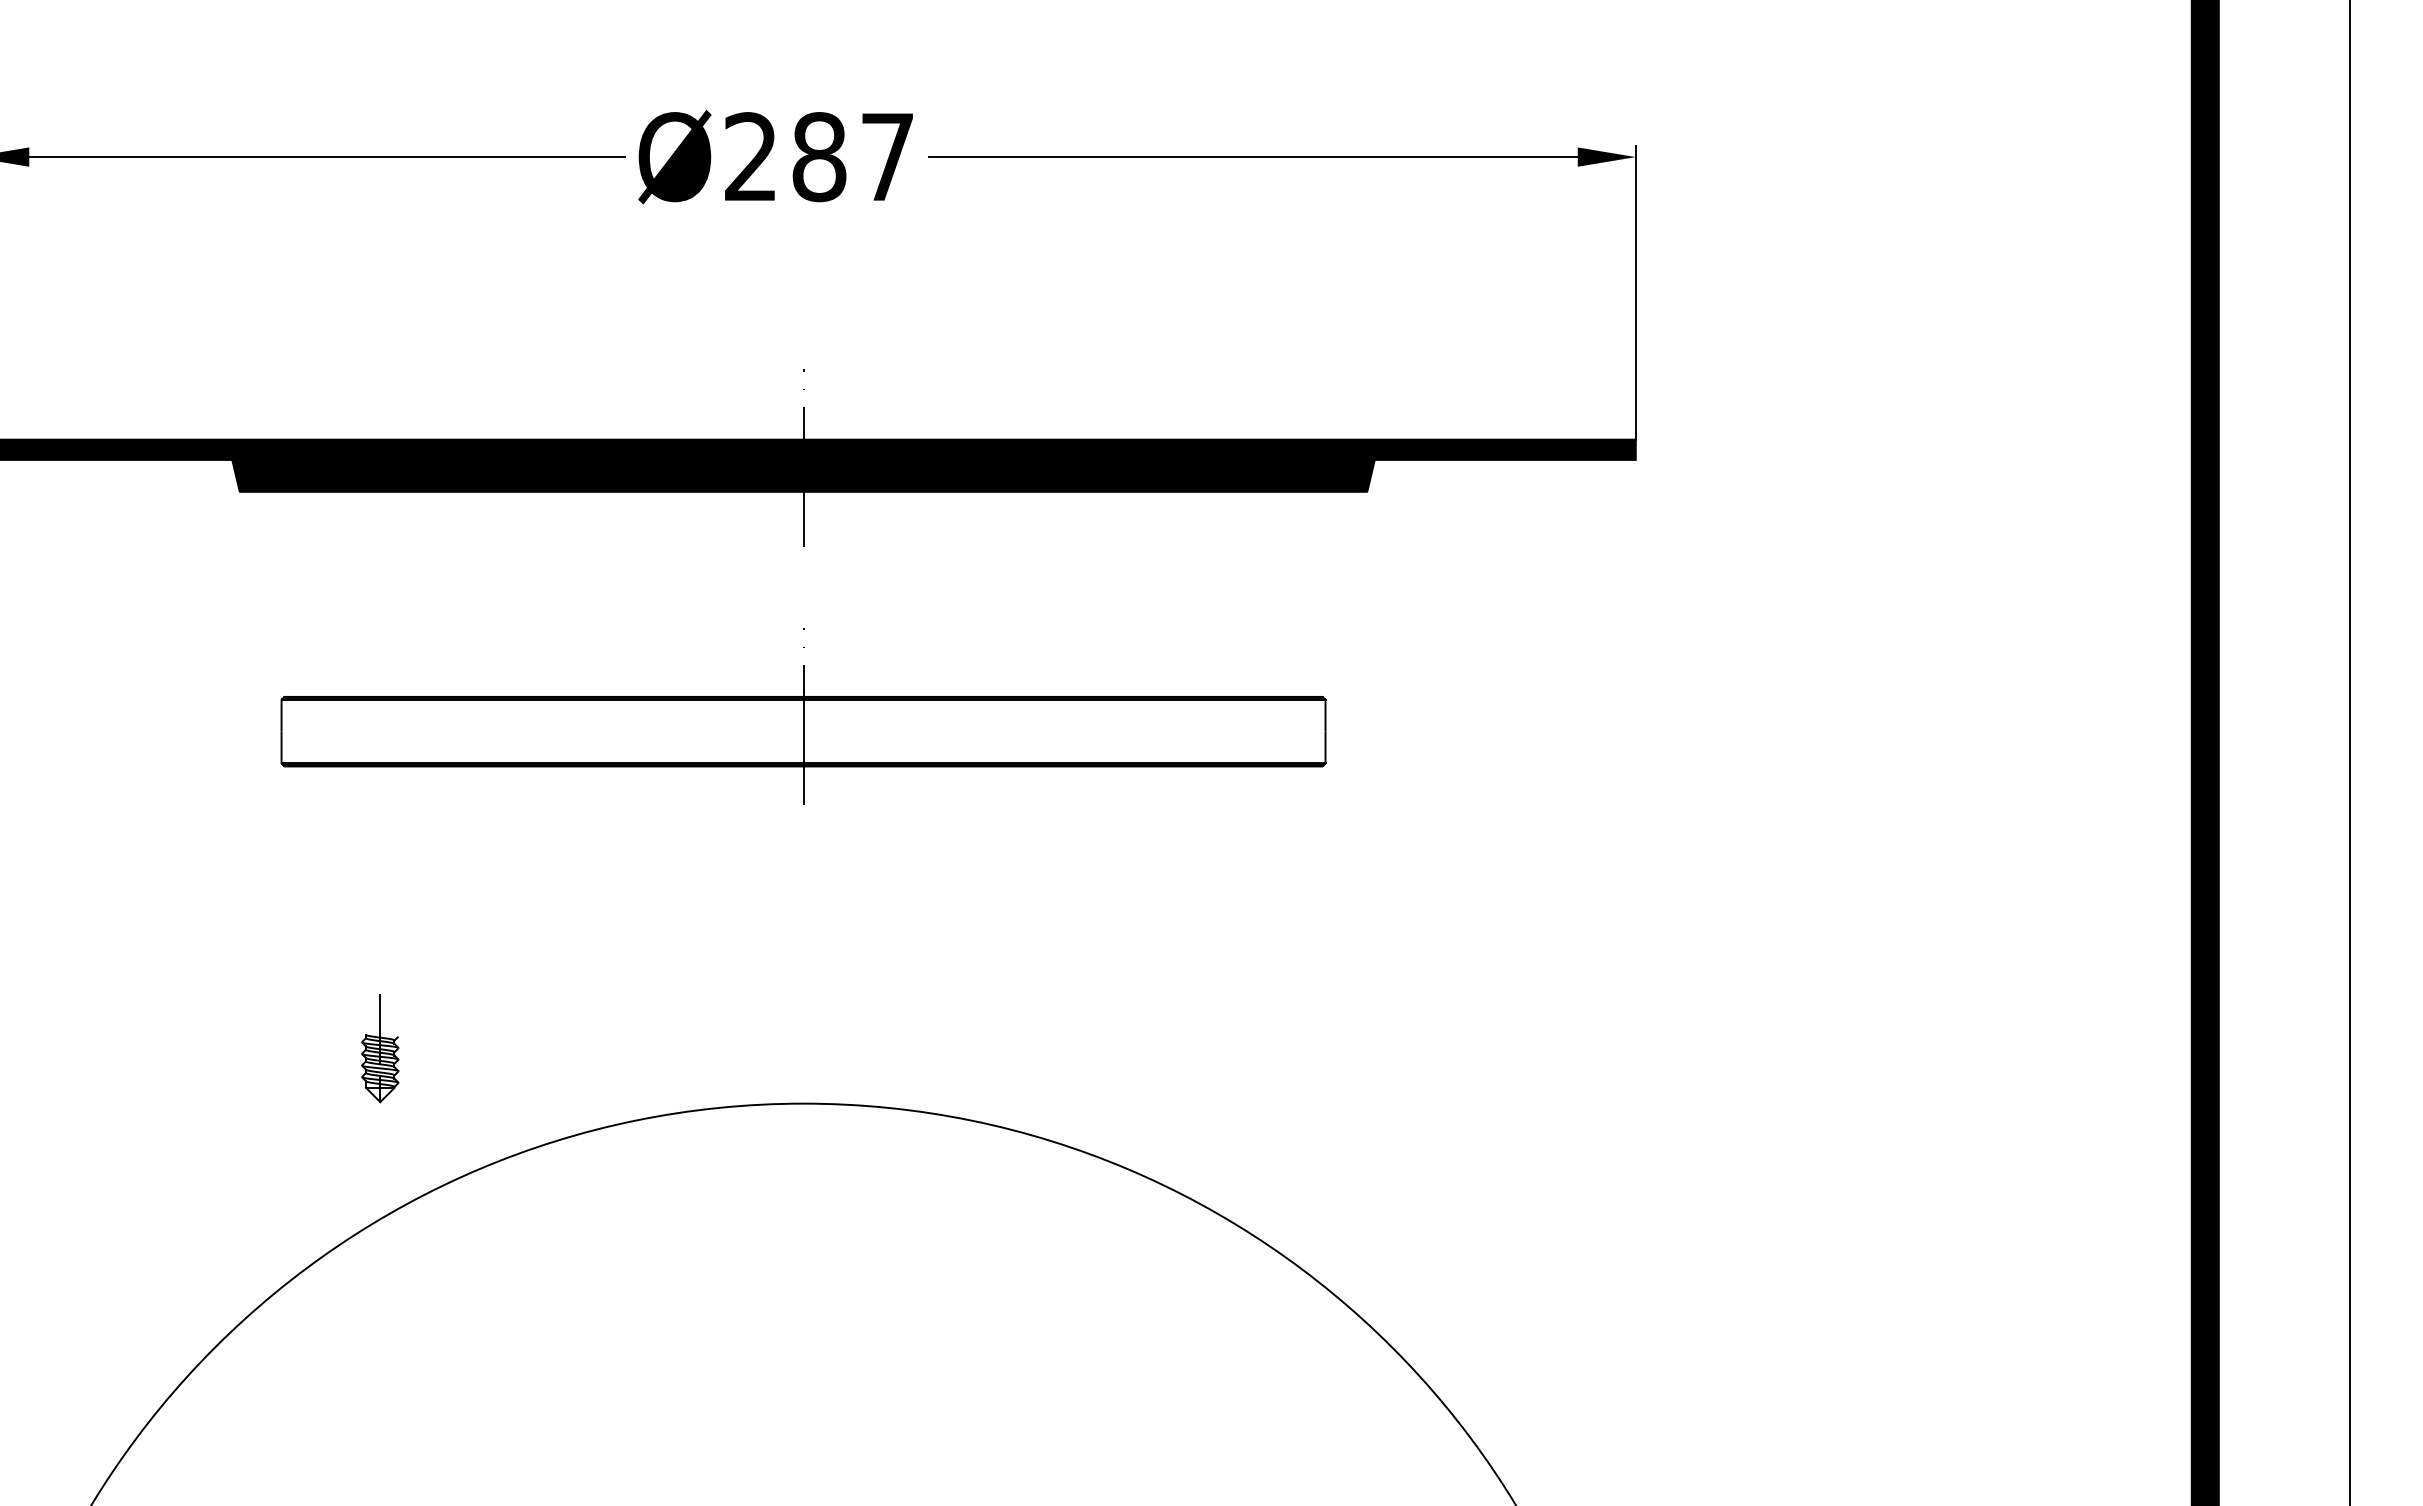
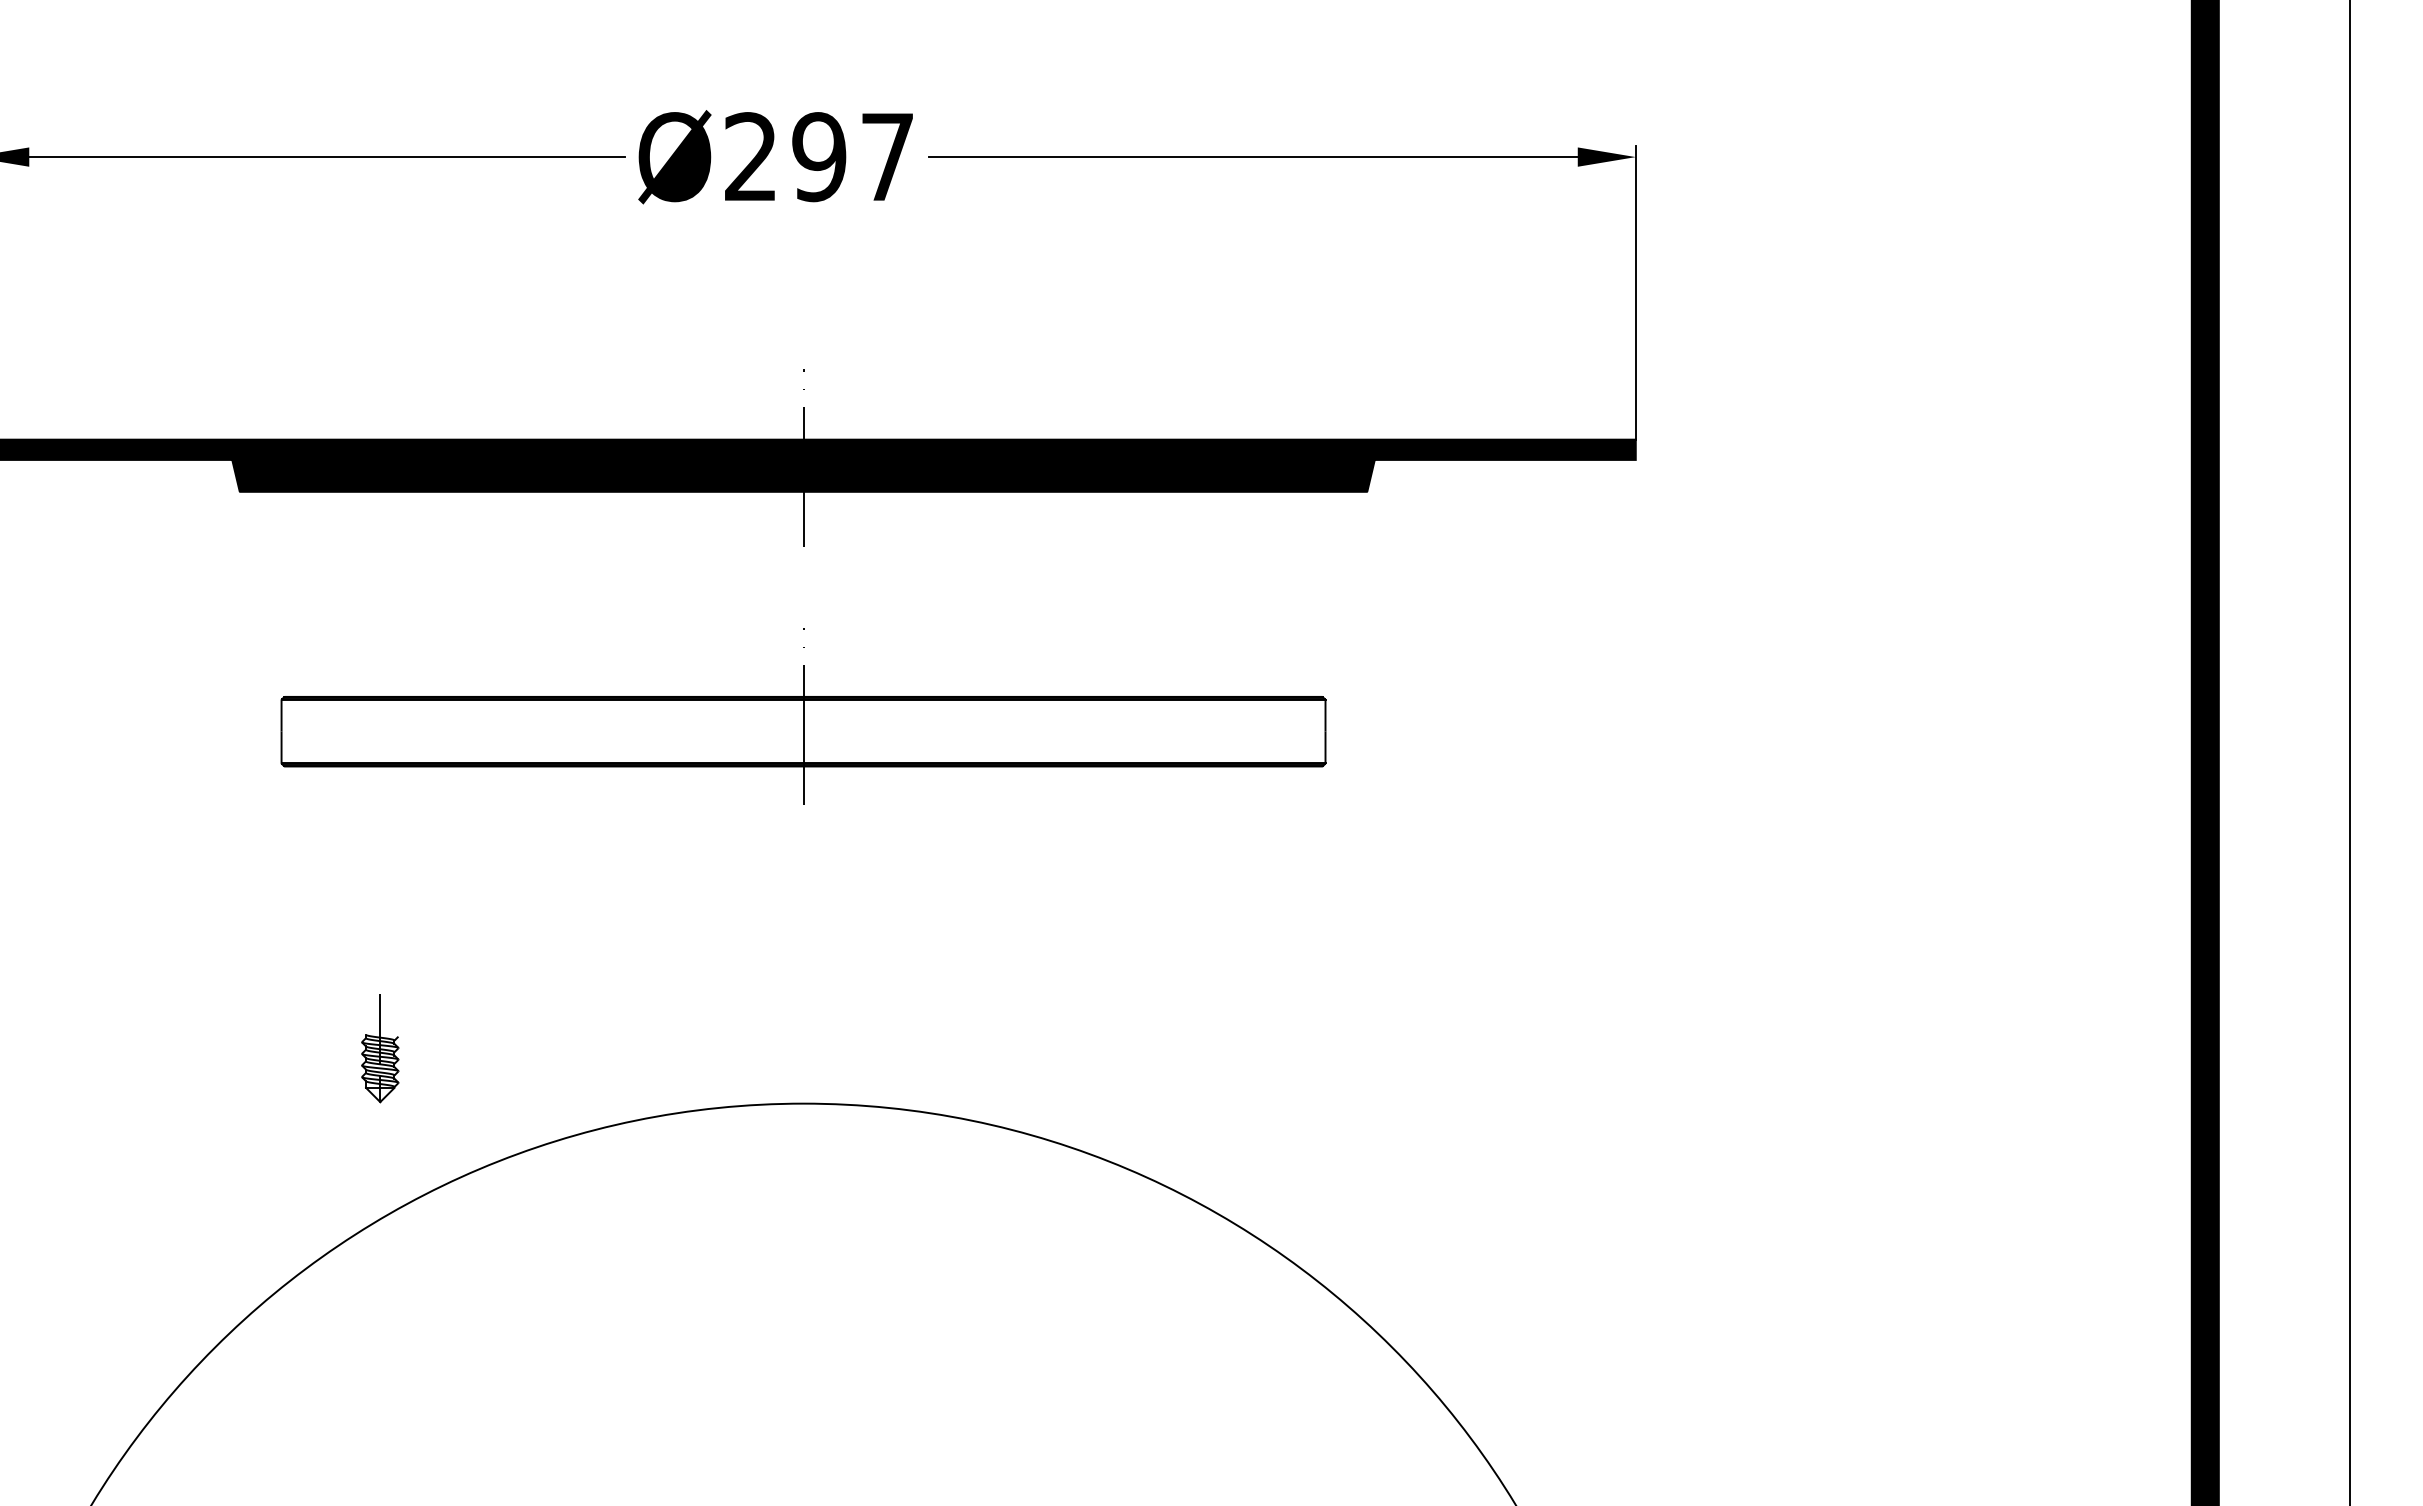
text at (819, 157): Ø287 -> Ø297
